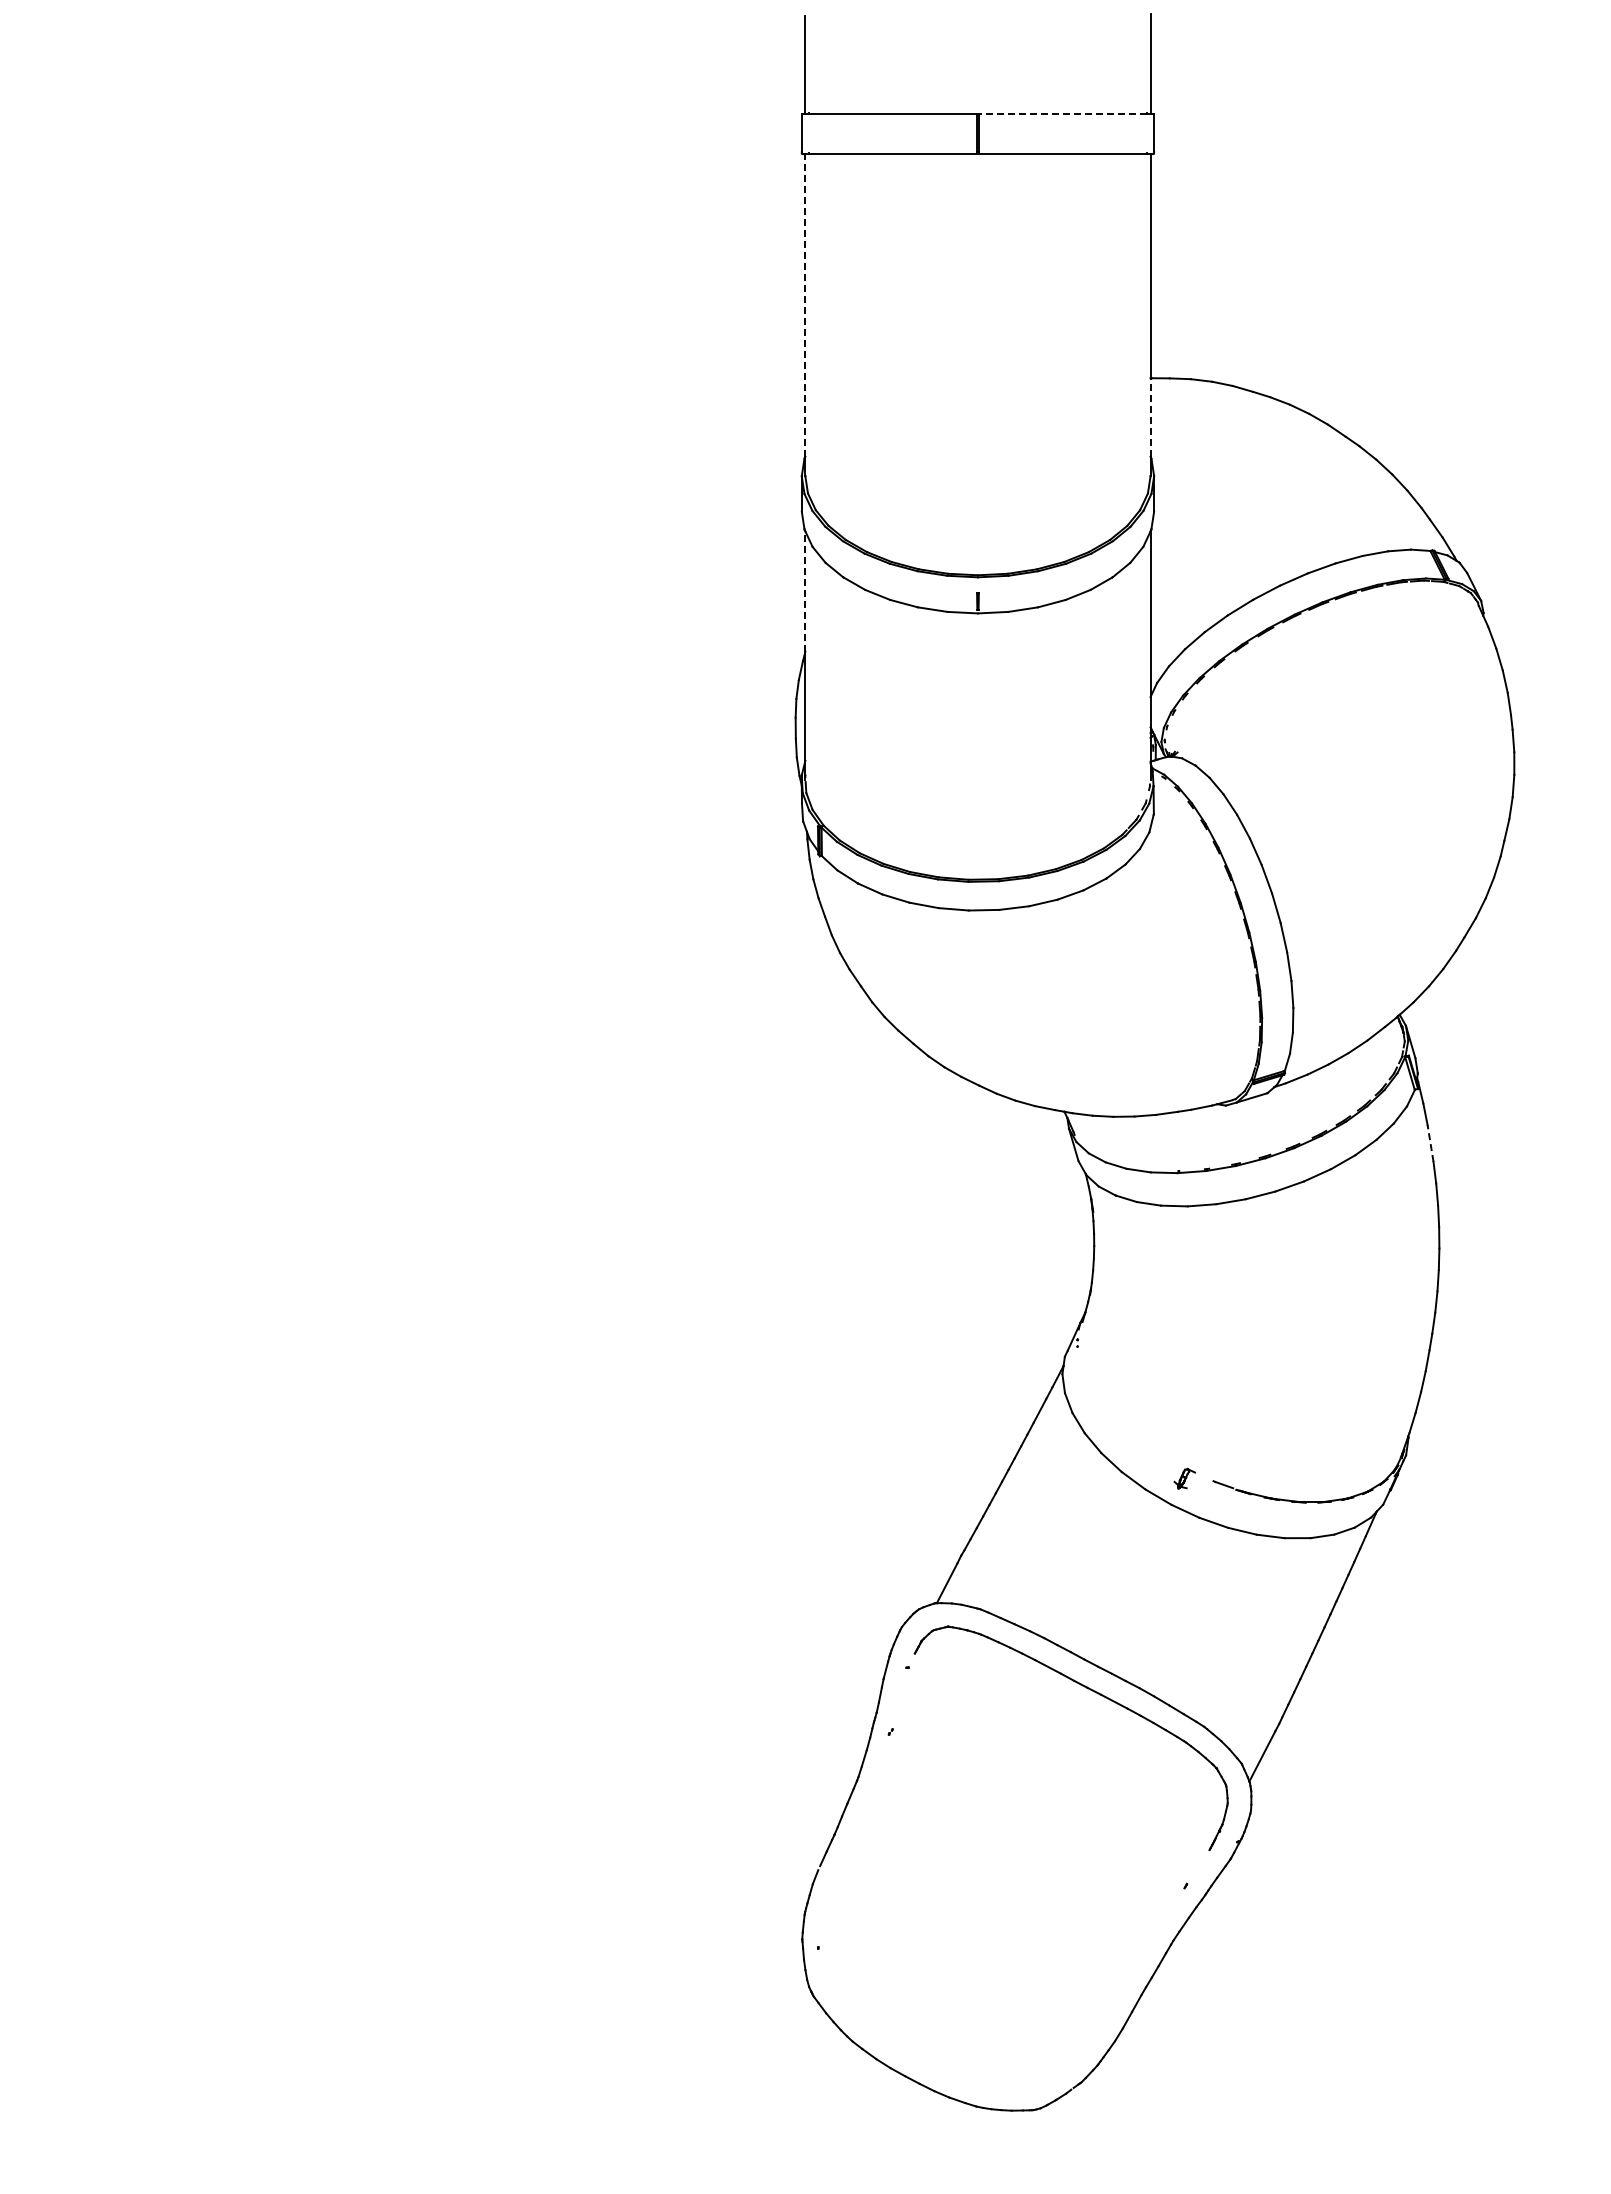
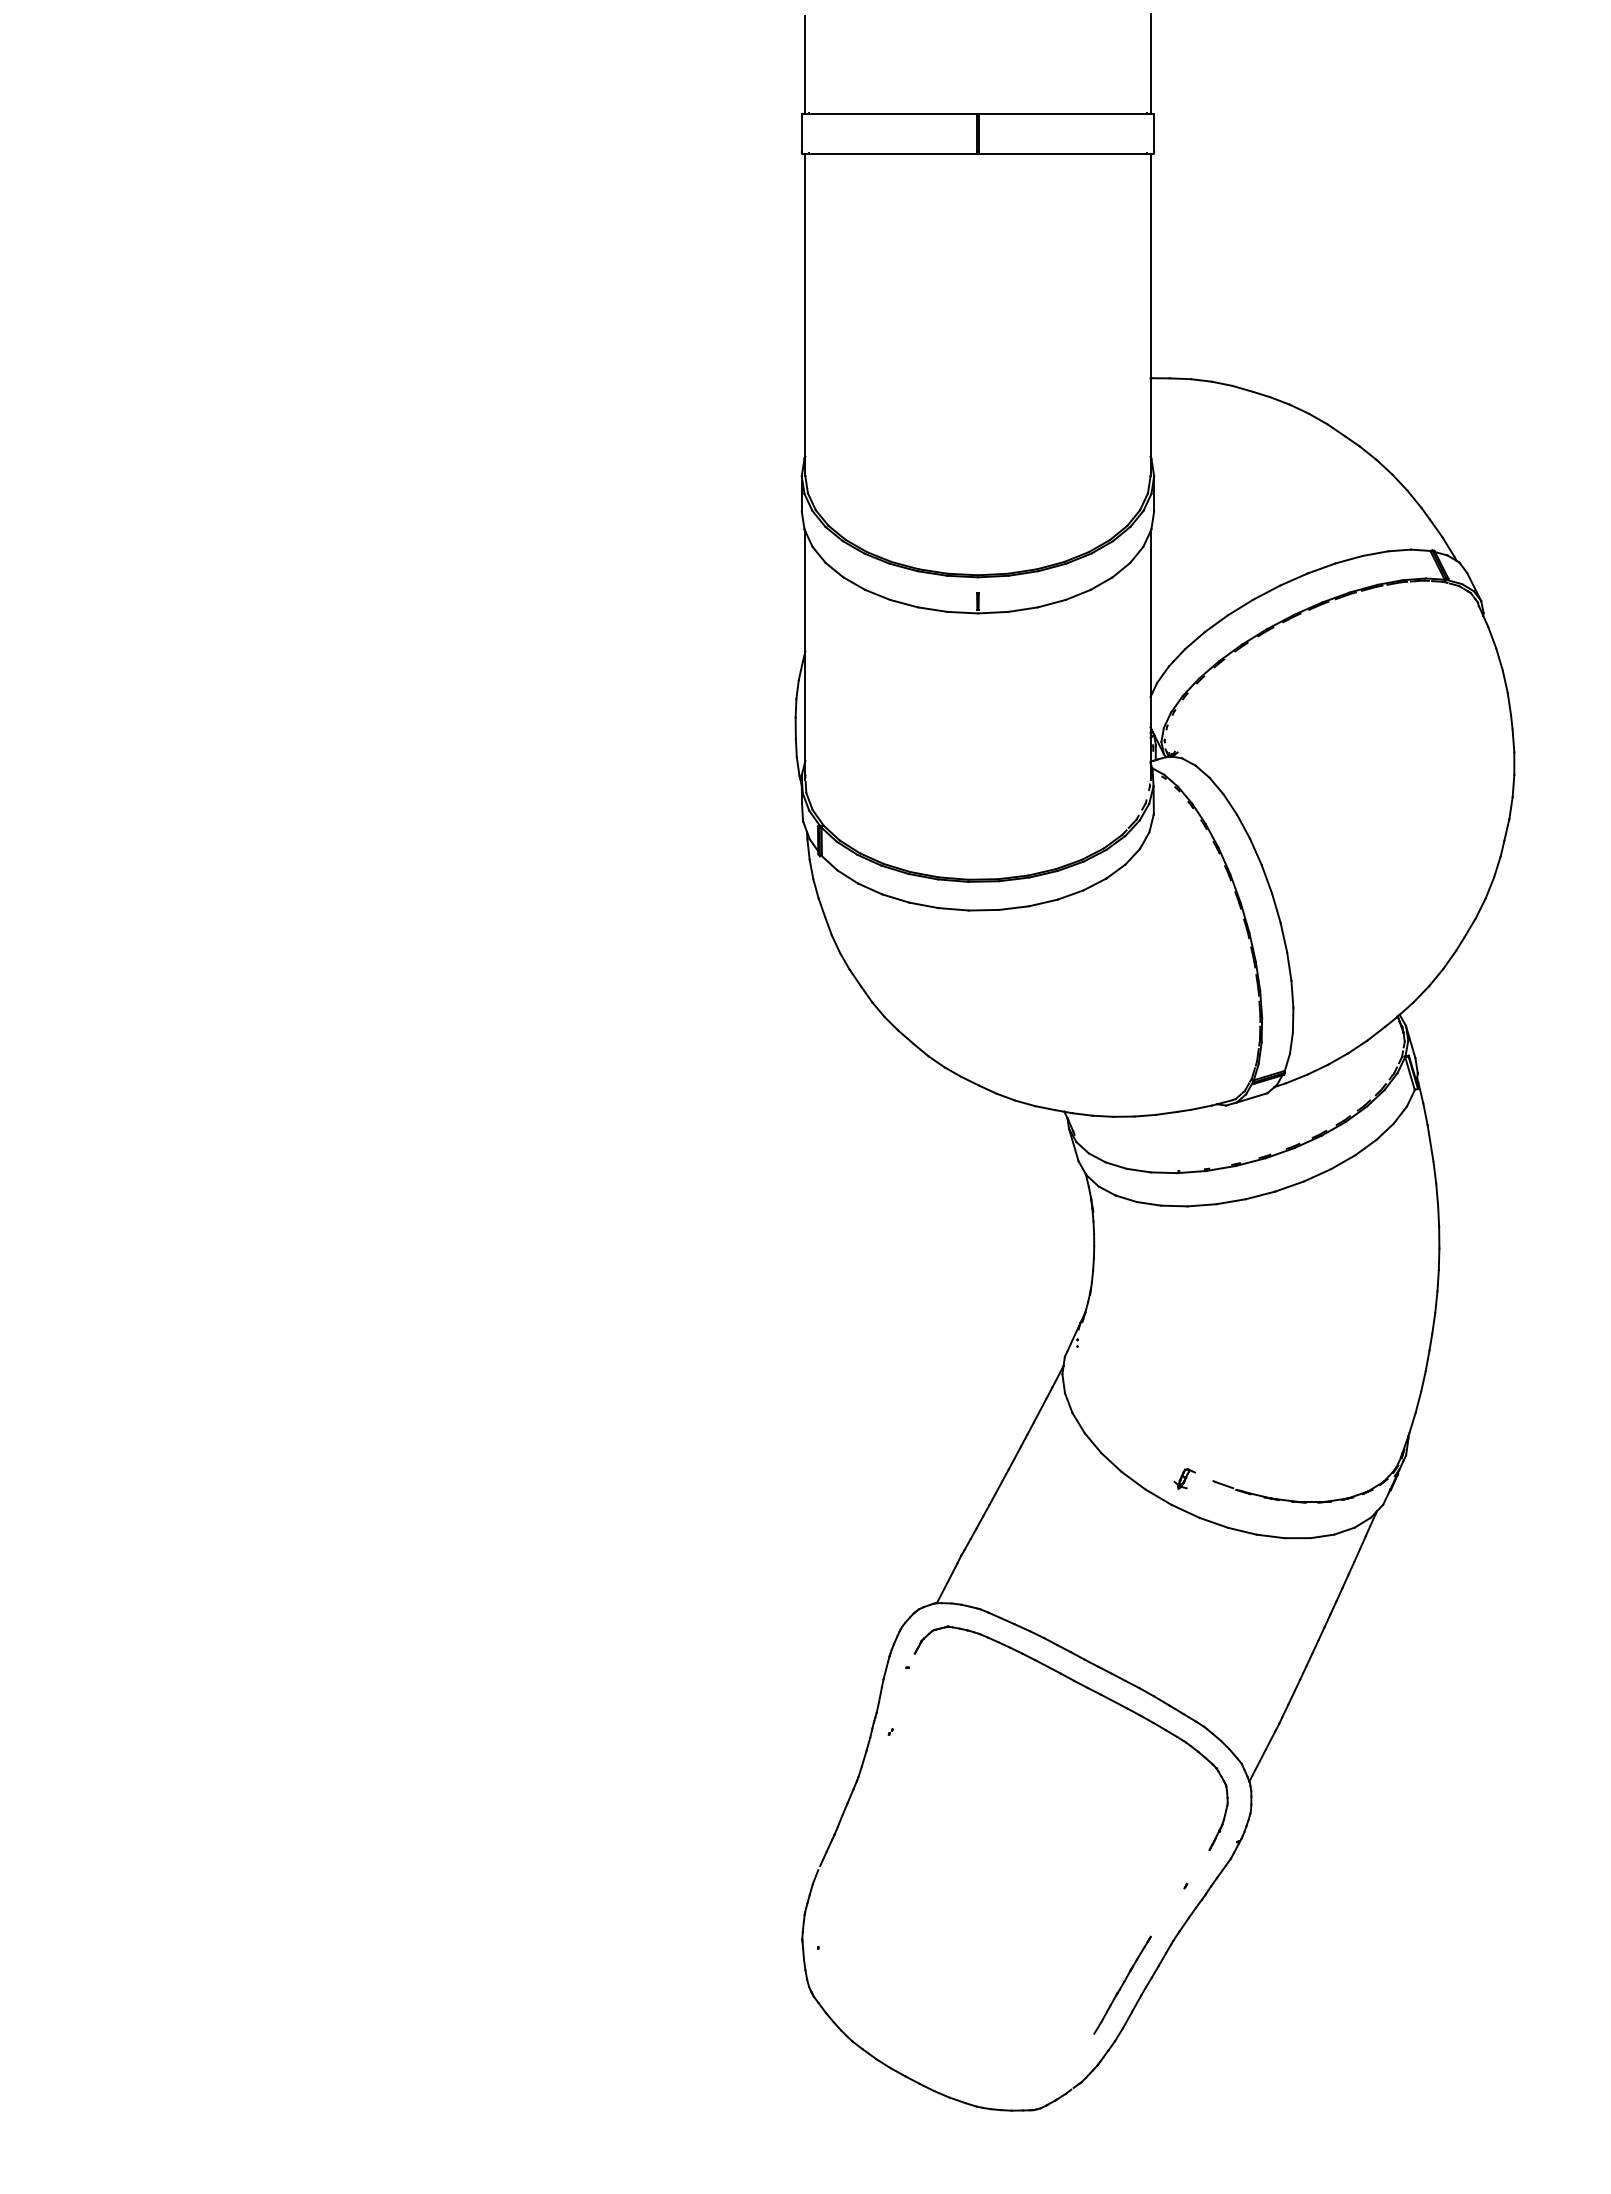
line at (1062, 113): dashed -> solid
line at (805, 304): dashed -> solid
line at (1150, 417): dashed -> solid
line at (805, 591): dashed -> solid
line at (1430, 1143): dashed -> solid
line at (1122, 1984): none -> present
